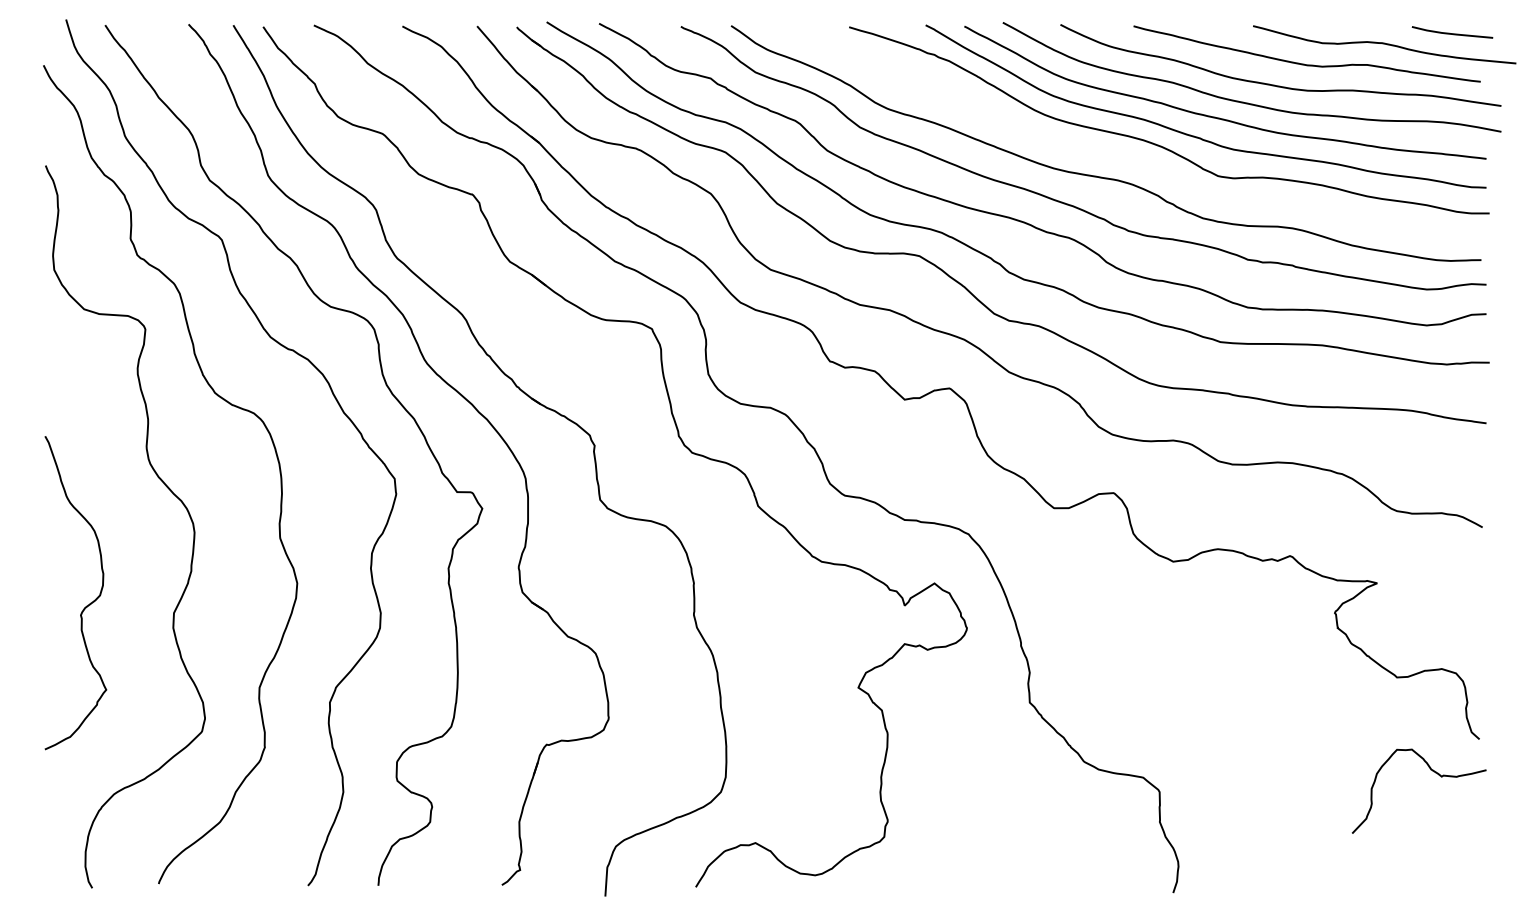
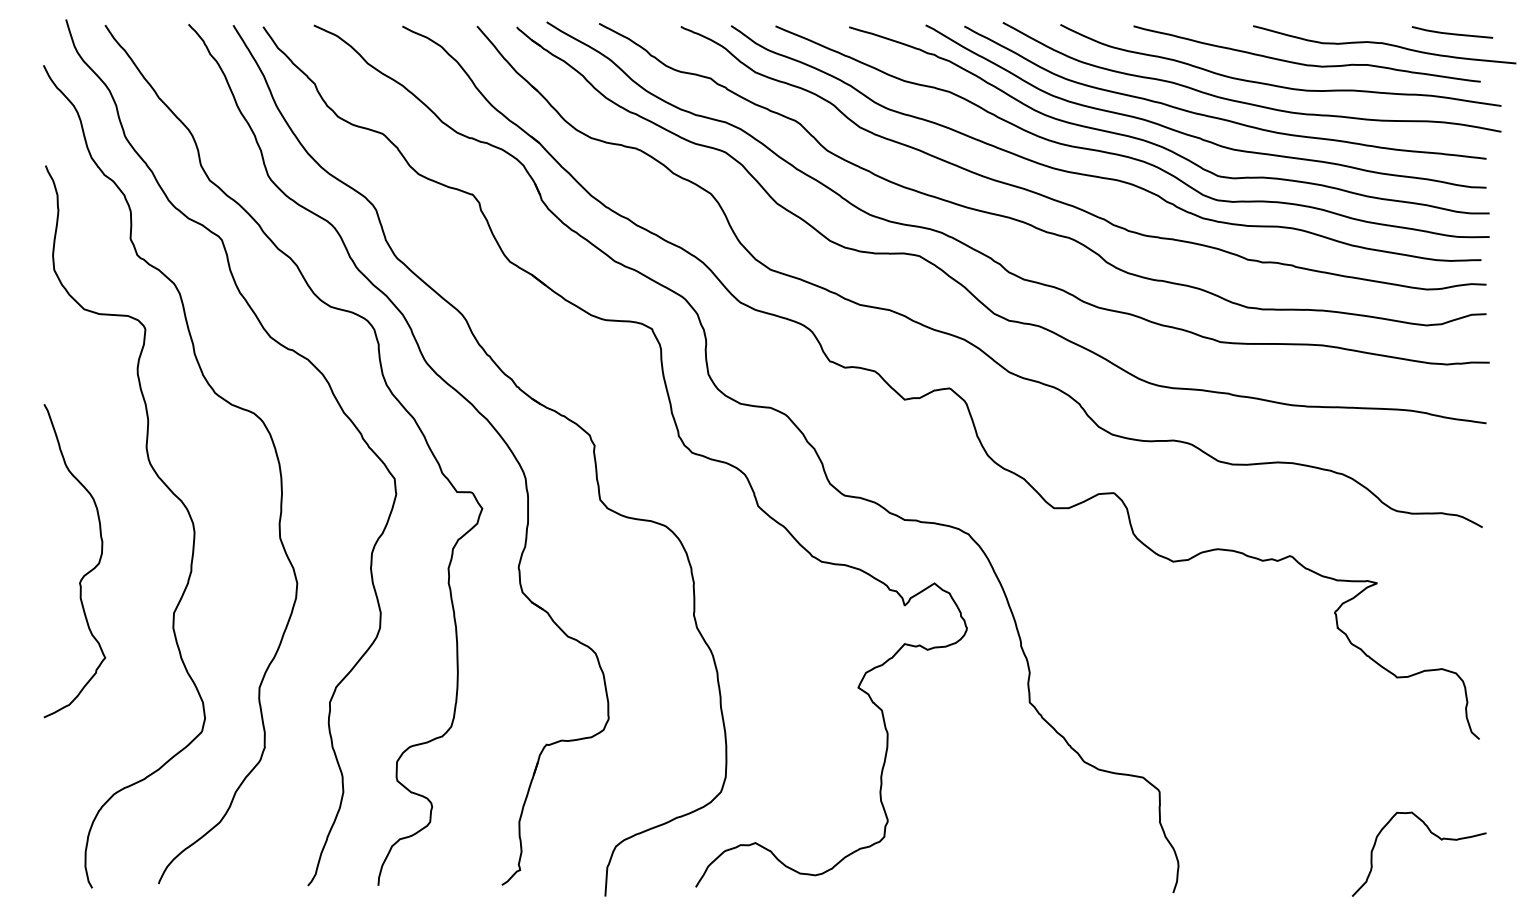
curve at (1126, 155): none -> present
curve at (86, 605) position: (86, 605) -> (85, 573)
curve at (1430, 770) position: (1430, 770) -> (1430, 833)
